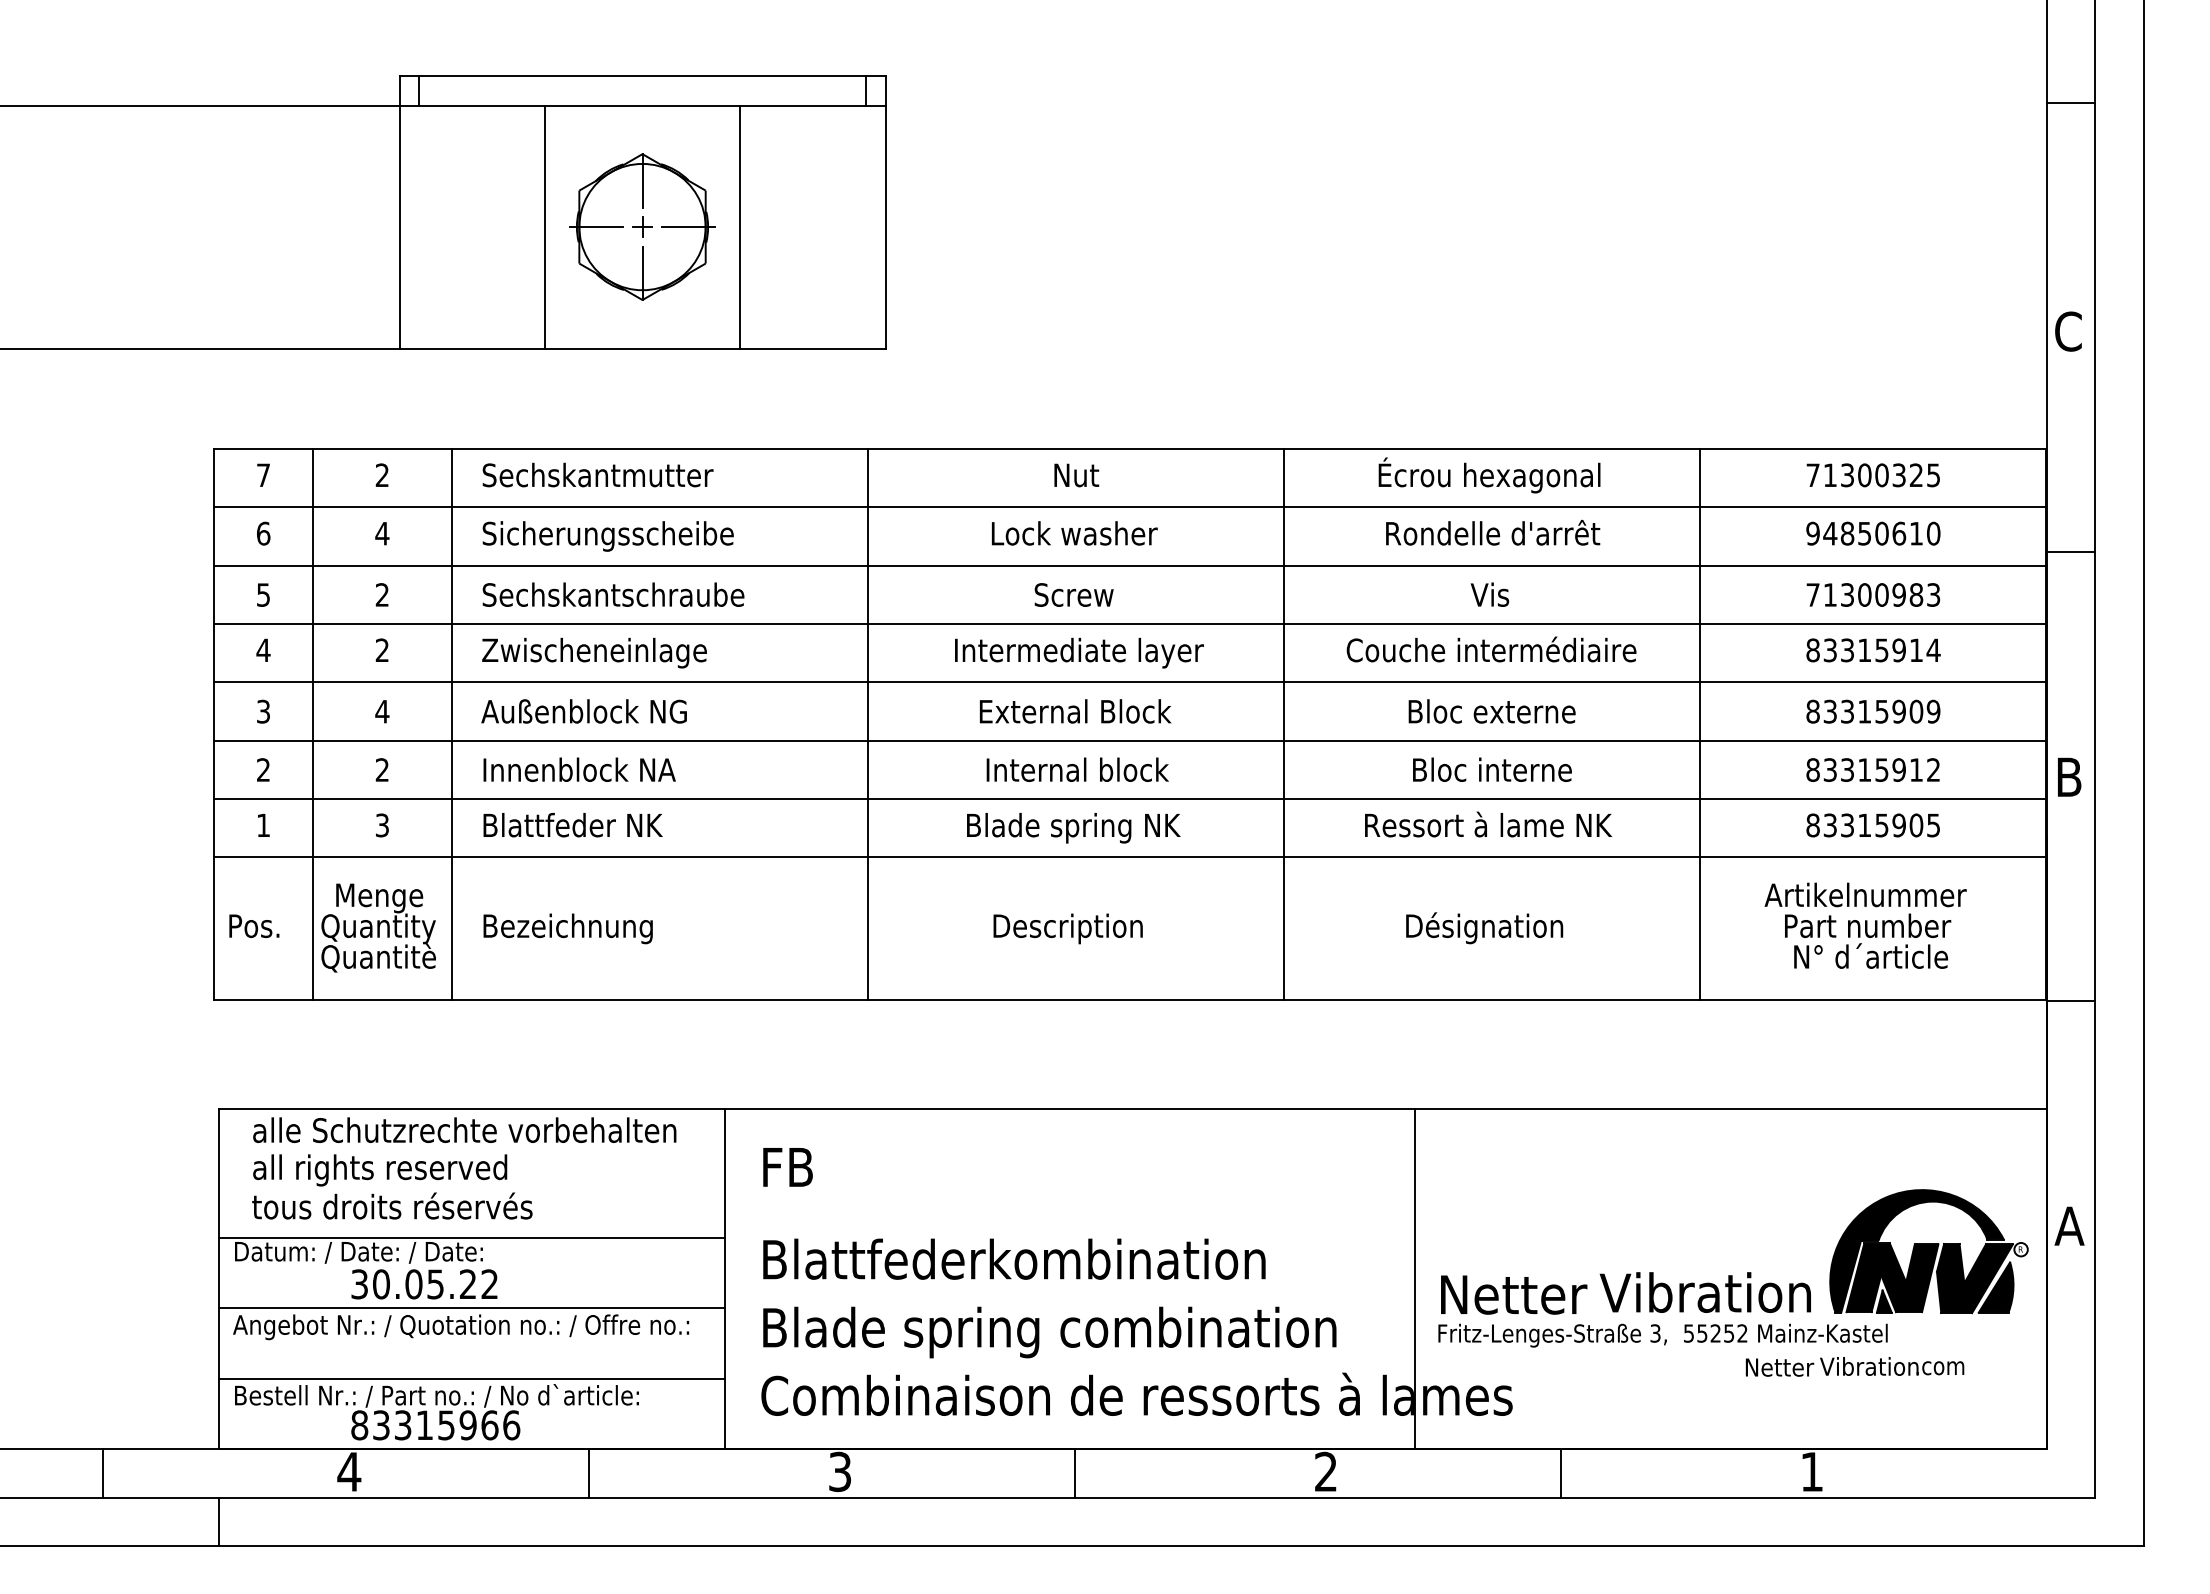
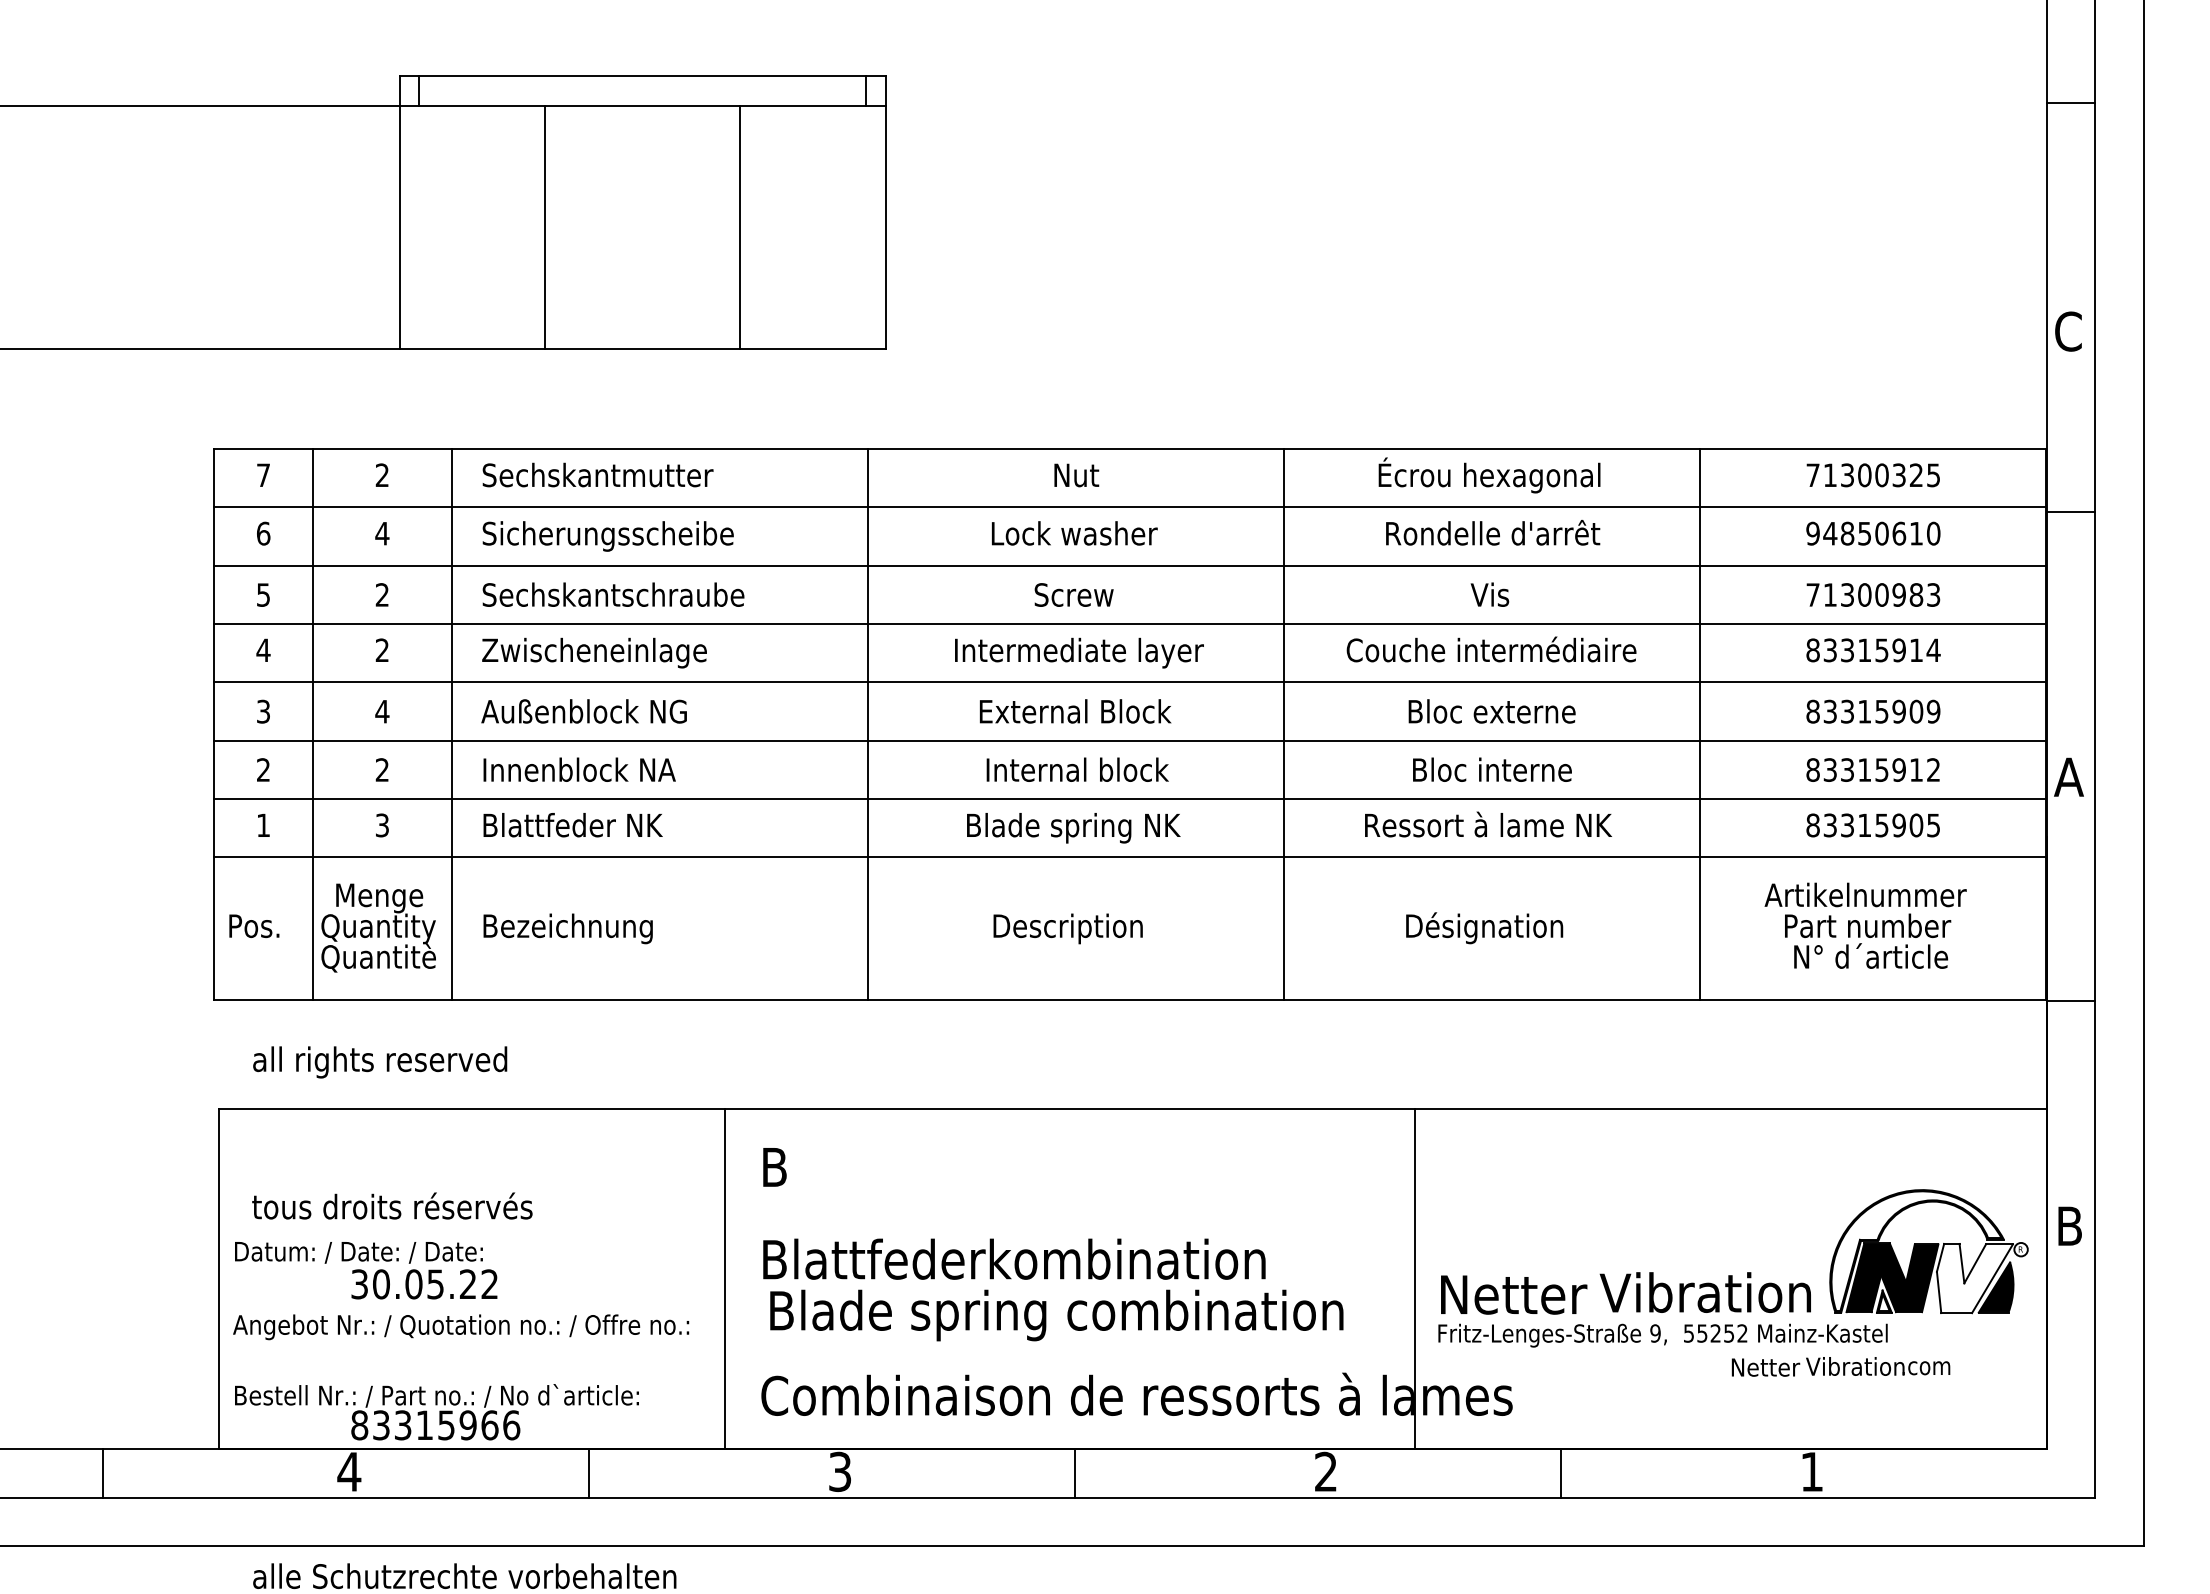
part at (642, 226): present -> none
line at (2070, 551) position: (2070, 551) -> (2070, 511)
text at (2068, 776): B -> A
text at (464, 1129) position: (464, 1129) -> (464, 1575)
text at (789, 1167): FB -> B
text at (380, 1170) position: (380, 1170) -> (380, 1062)
text at (2069, 1225): A -> B
line at (471, 1237): present -> none
fill at (1916, 1251): present -> none
fill at (1974, 1278): present -> none
fill at (1883, 1302): present -> none
line at (471, 1308): present -> none
text at (1049, 1332) position: (1049, 1332) -> (1056, 1315)
text at (1655, 1333): 3, -> 9,
text at (1854, 1366) position: (1854, 1366) -> (1840, 1366)
line at (471, 1378): present -> none
line at (219, 1521): present -> none
